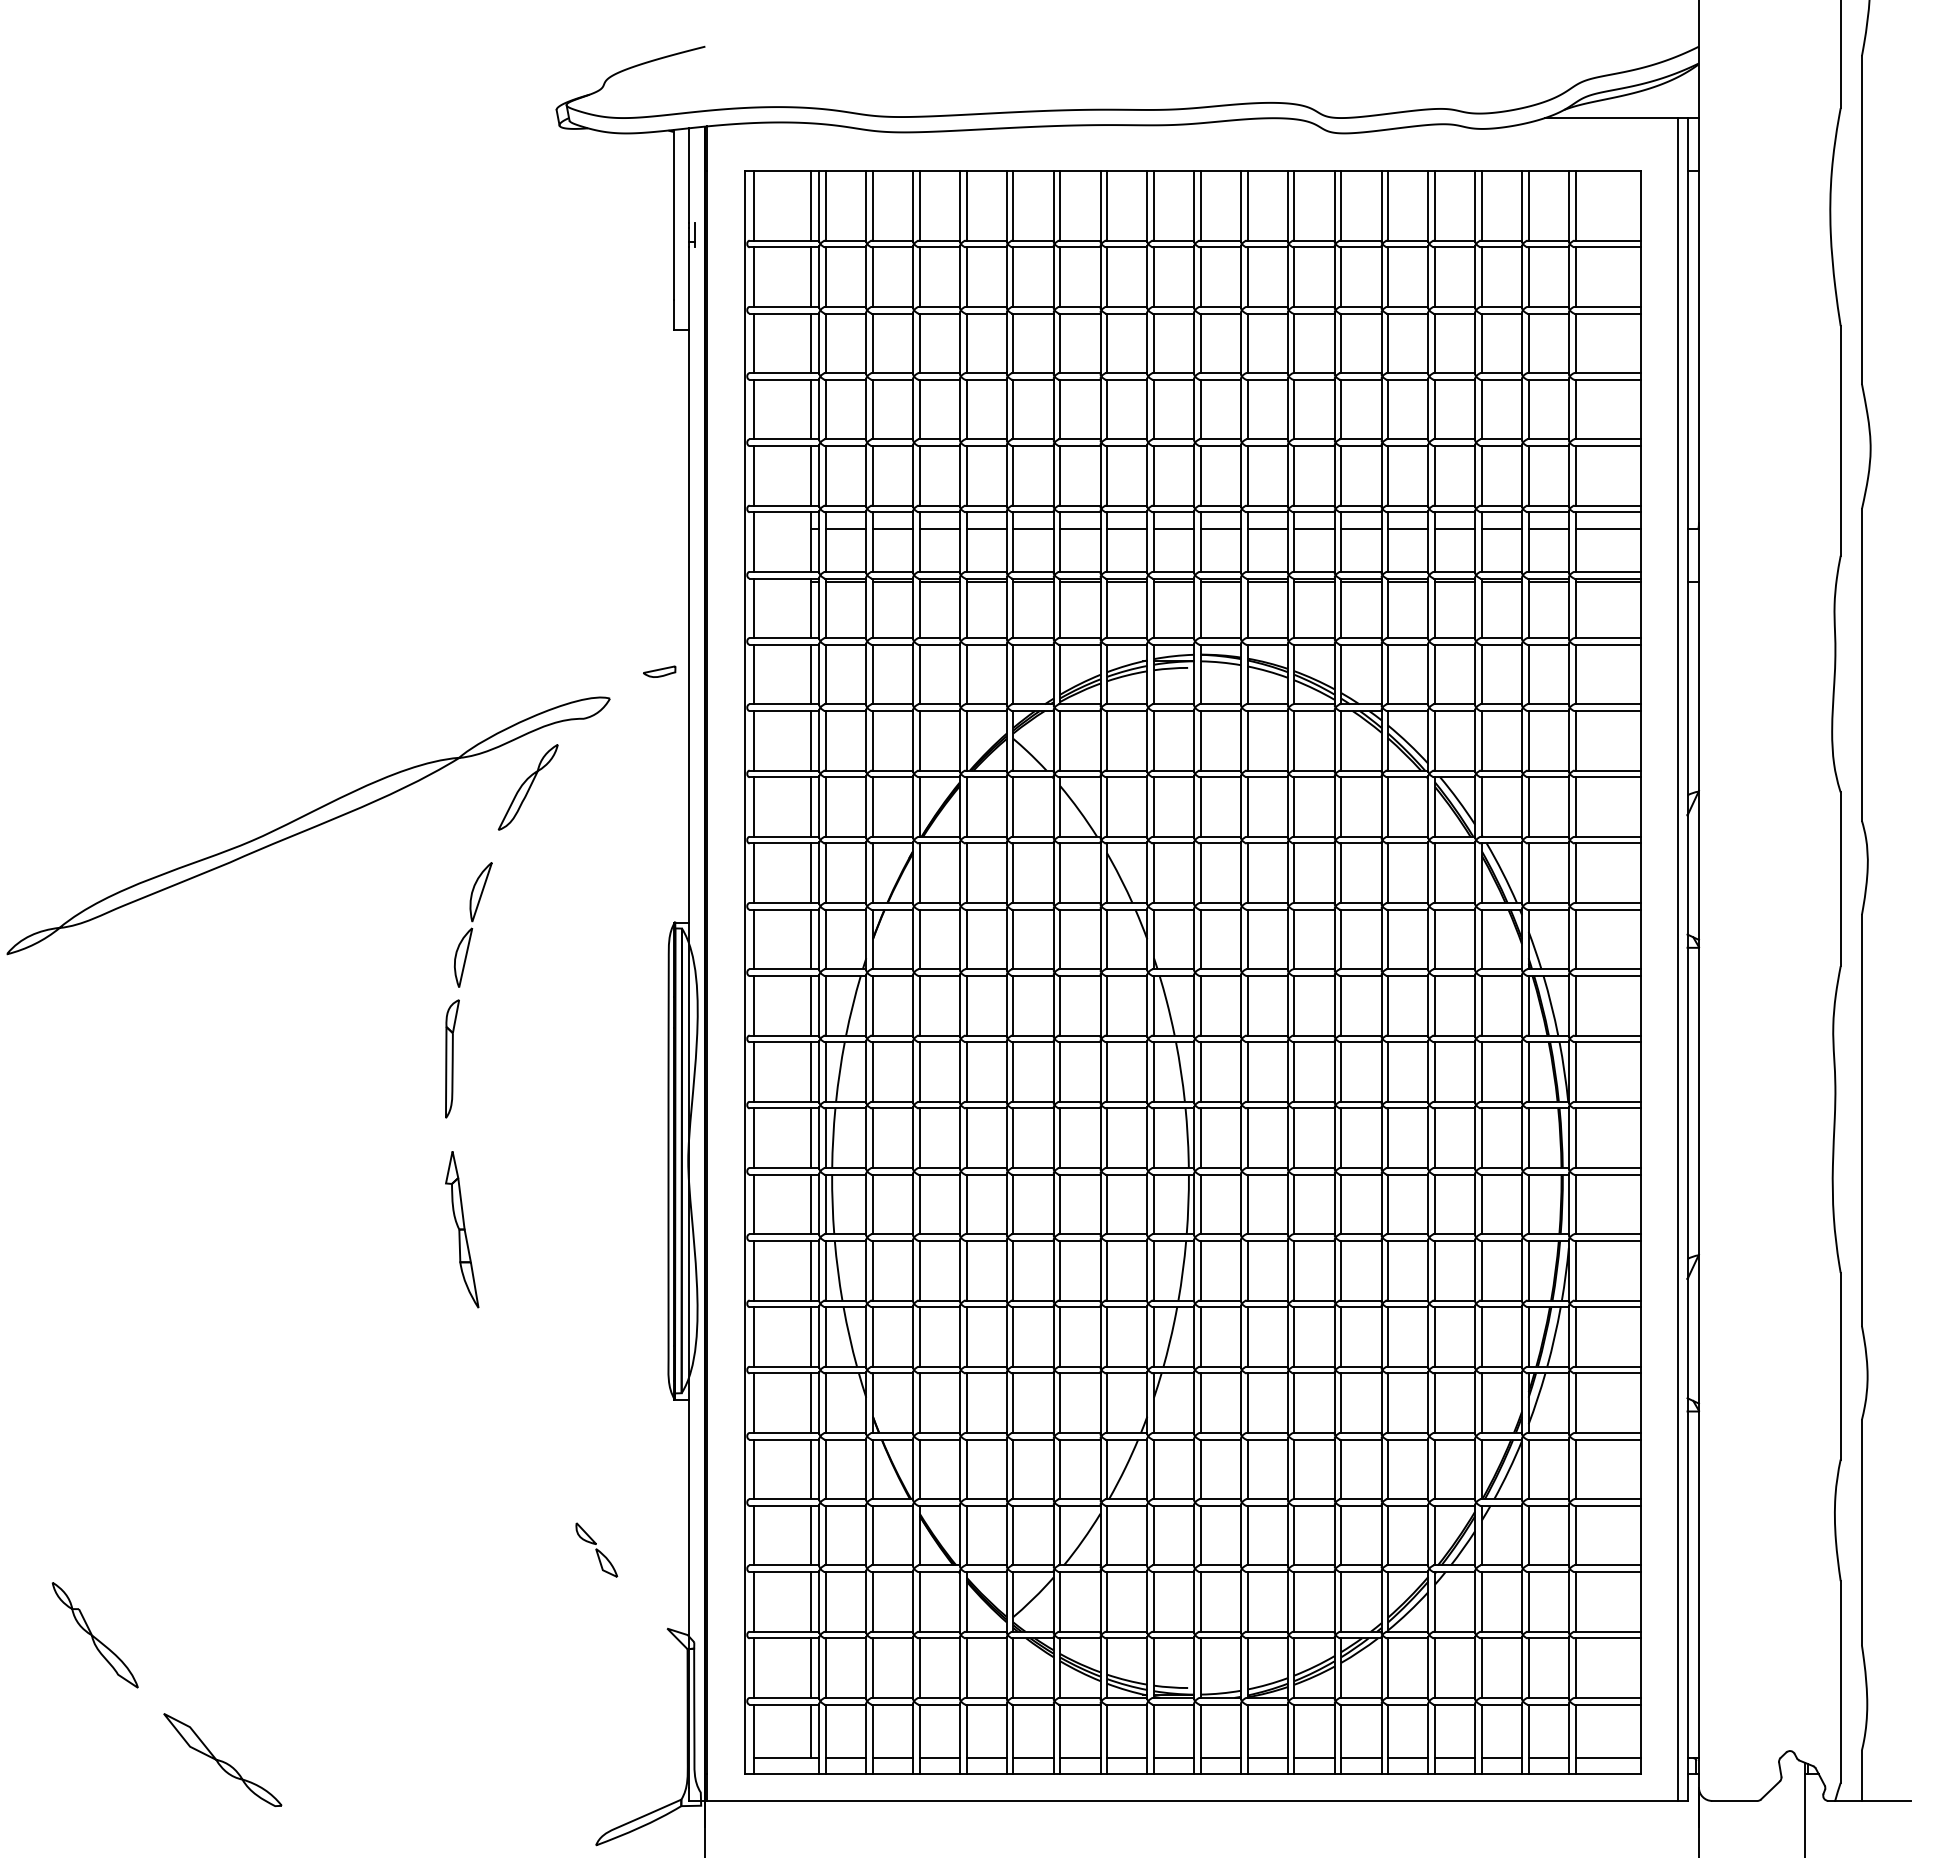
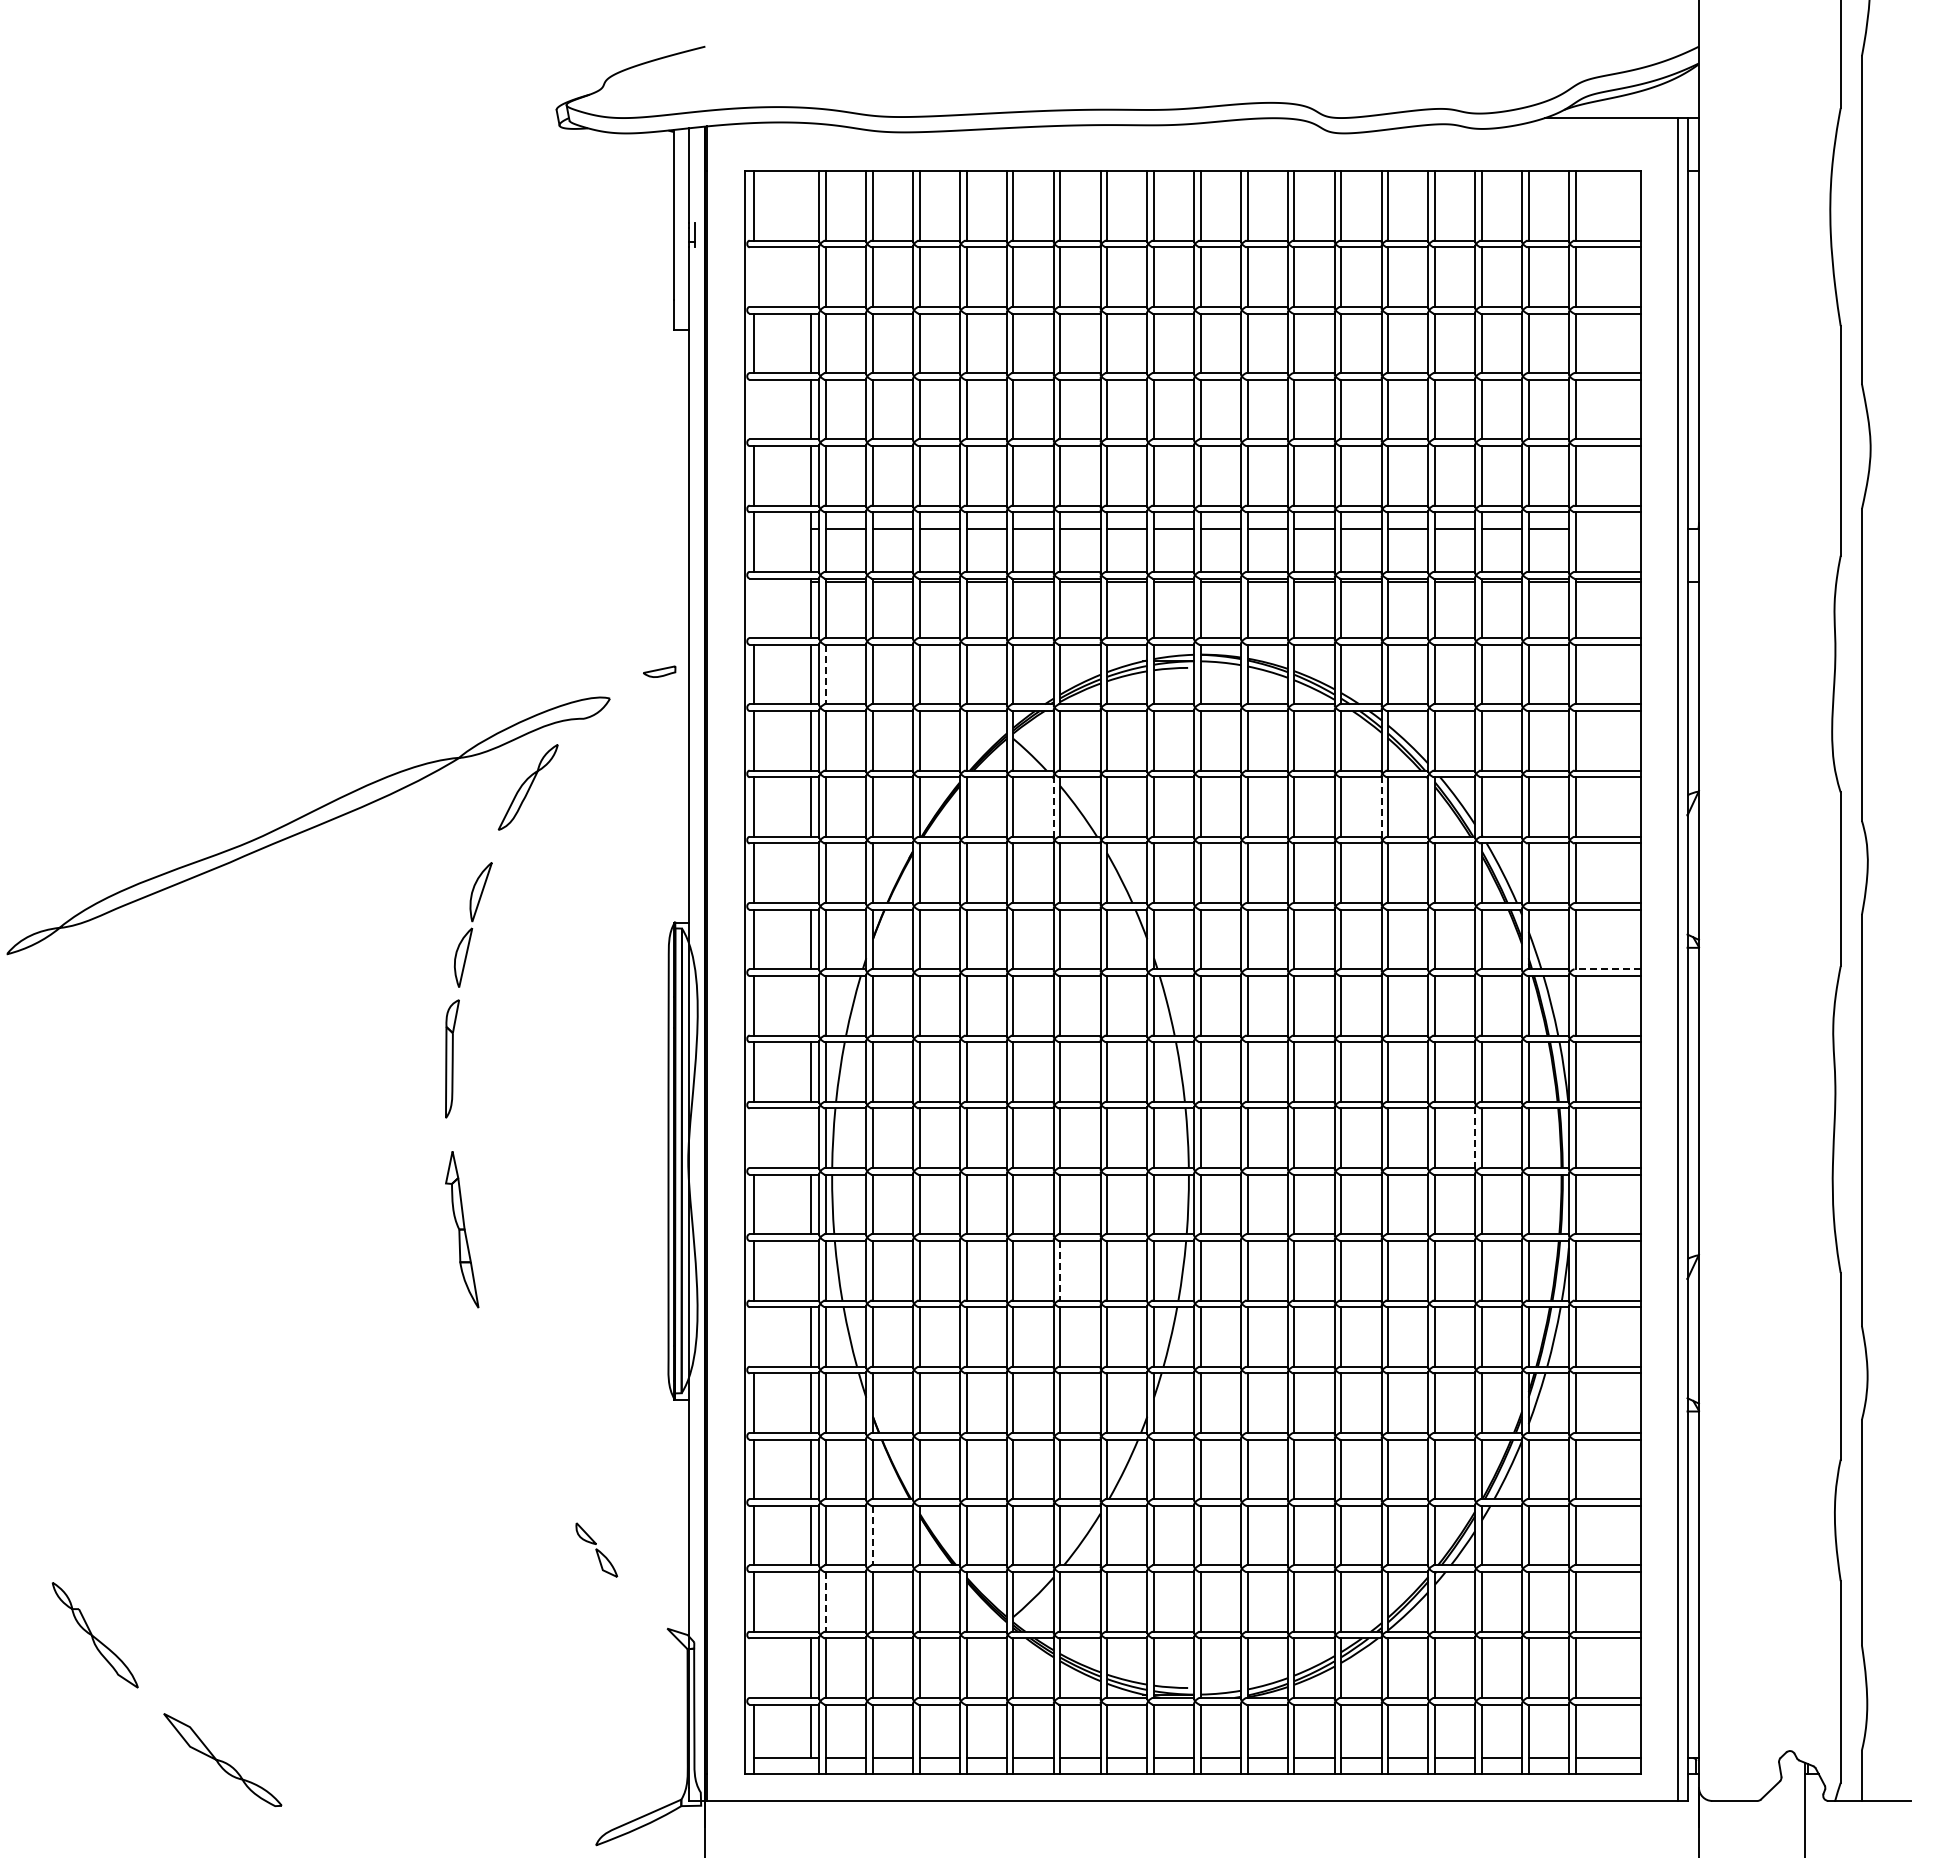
line at (811, 205): present -> none
line at (754, 276): present -> none
line at (811, 276): present -> none
line at (754, 409): present -> none
line at (1607, 528): present -> none
line at (754, 608): present -> none
line at (826, 674): solid -> dashed
line at (1053, 807): solid -> dashed
line at (1381, 807): solid -> dashed
line at (811, 873): present -> none
line at (1607, 969): solid -> dashed
line at (811, 1005): present -> none
line at (754, 1138): present -> none
line at (811, 1138): present -> none
line at (1475, 1138): solid -> dashed
line at (811, 1270): present -> none
line at (1060, 1270): solid -> dashed
line at (754, 1336): present -> none
line at (872, 1535): solid -> dashed
line at (811, 1601): present -> none
line at (826, 1601): solid -> dashed
line at (754, 1667): present -> none
